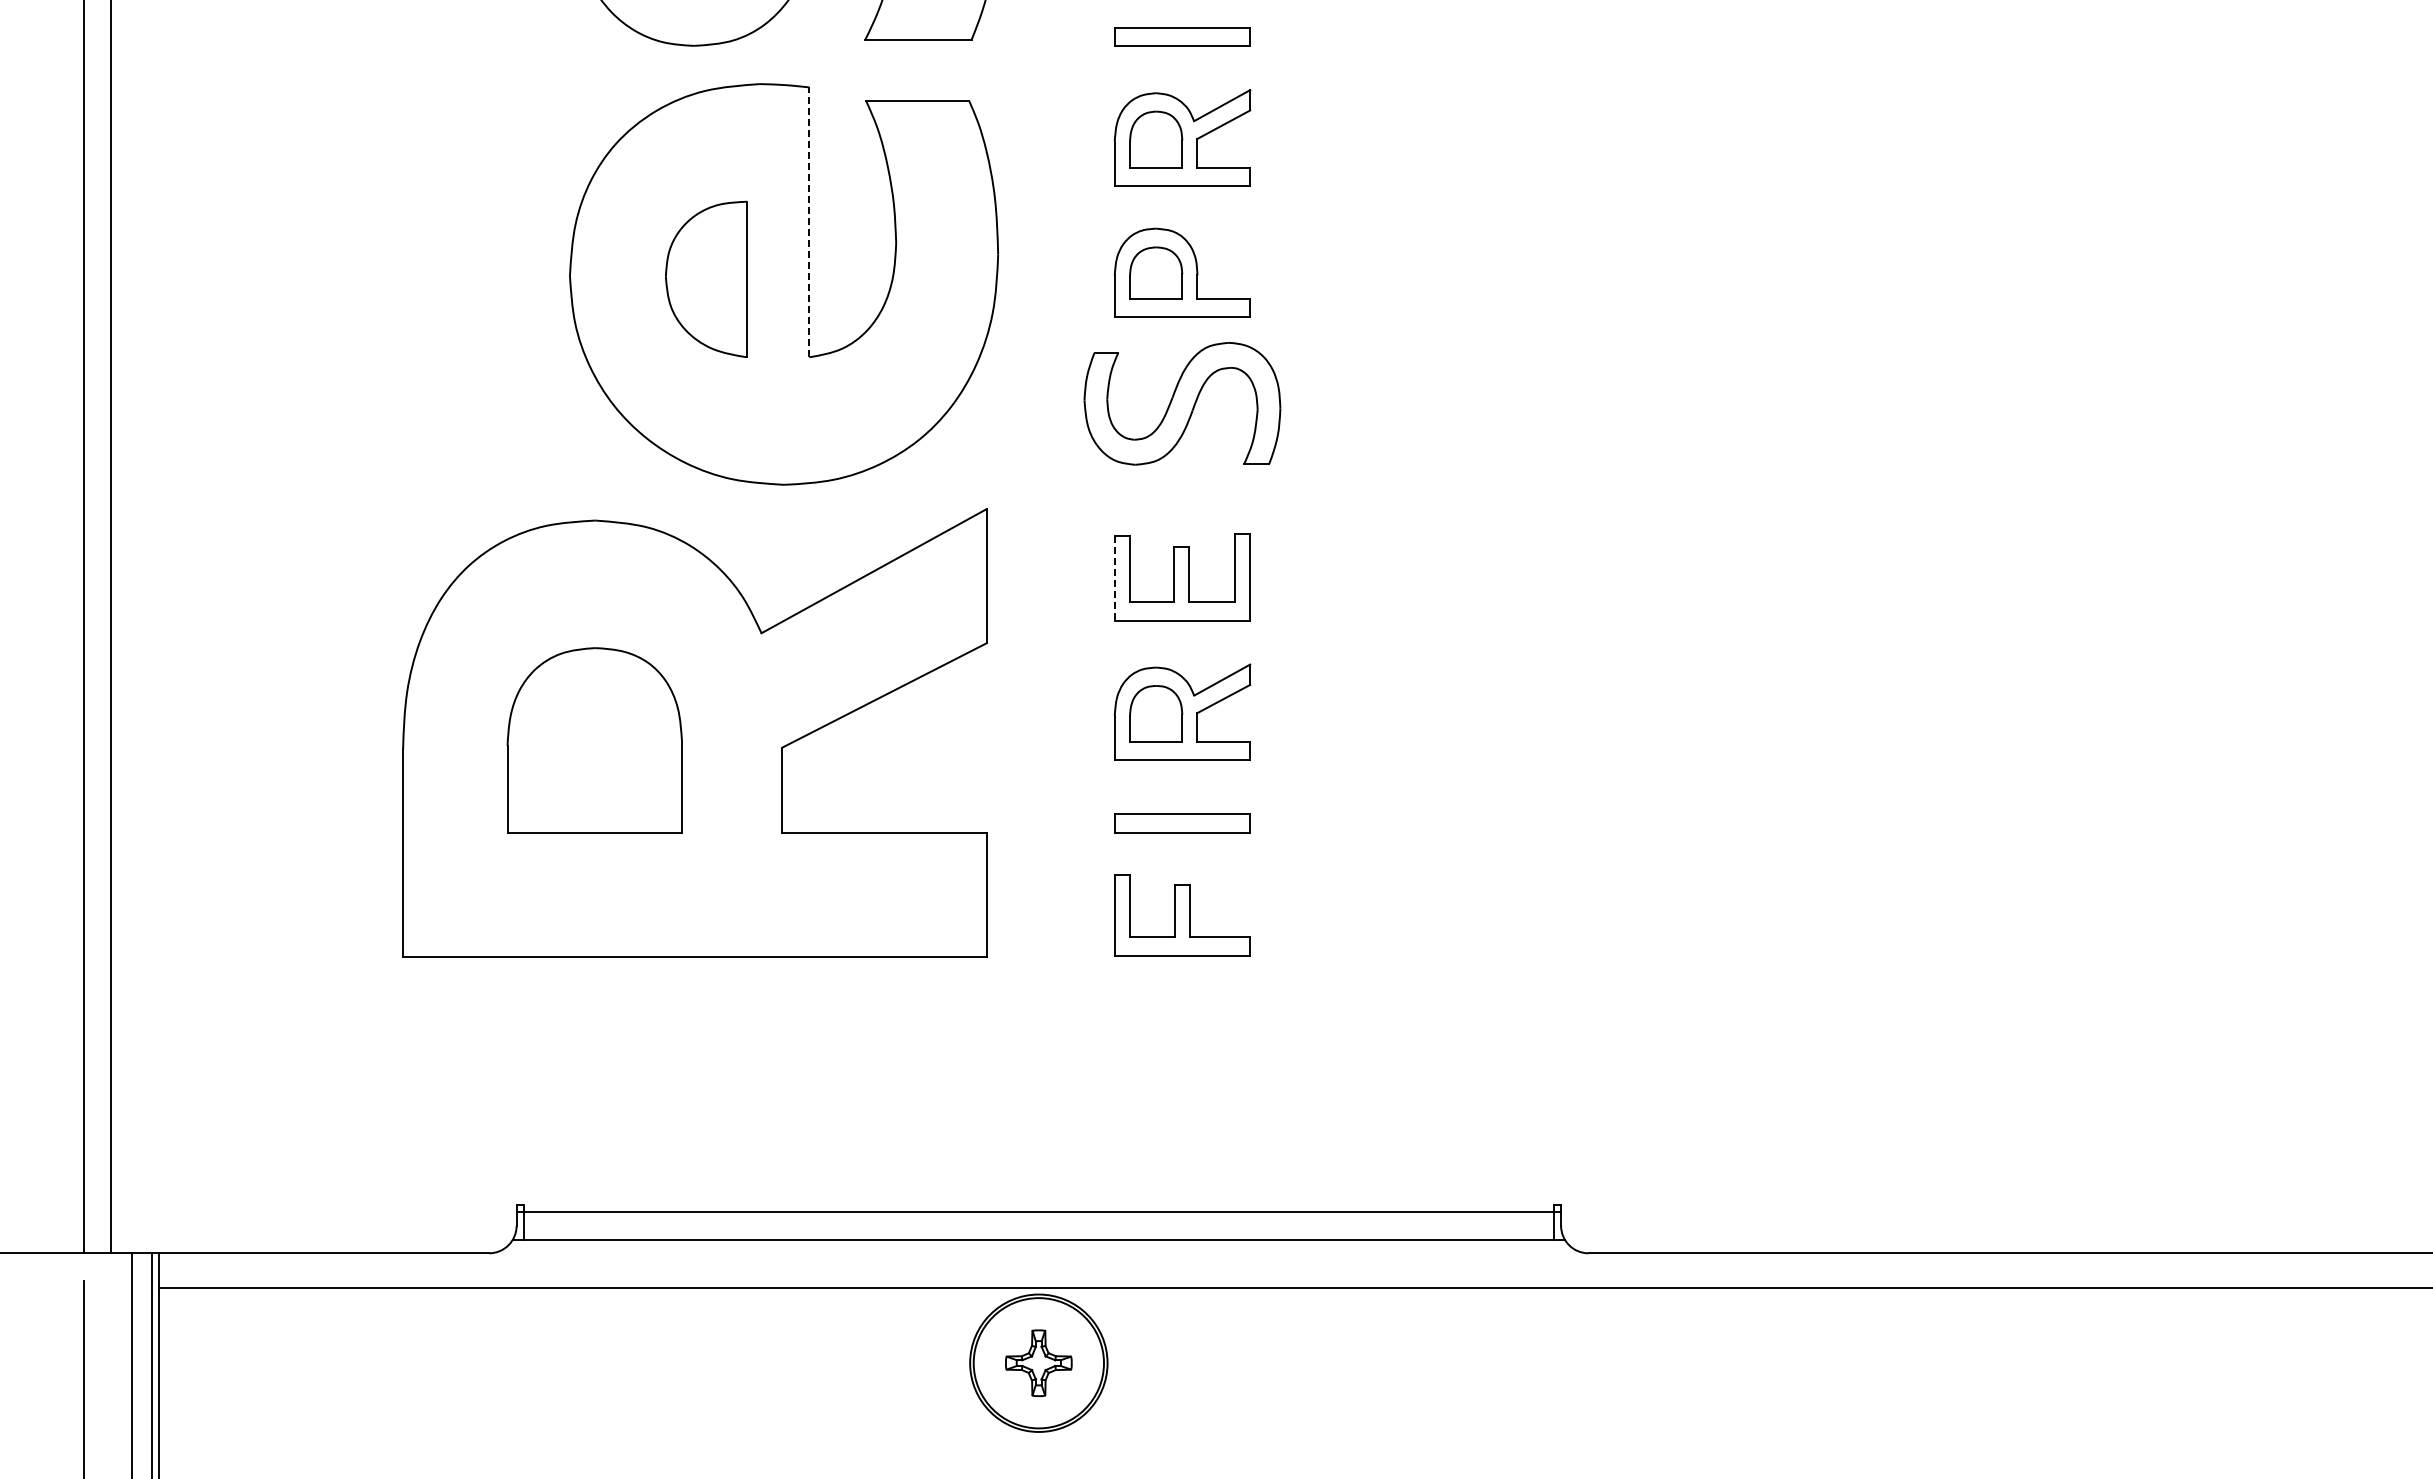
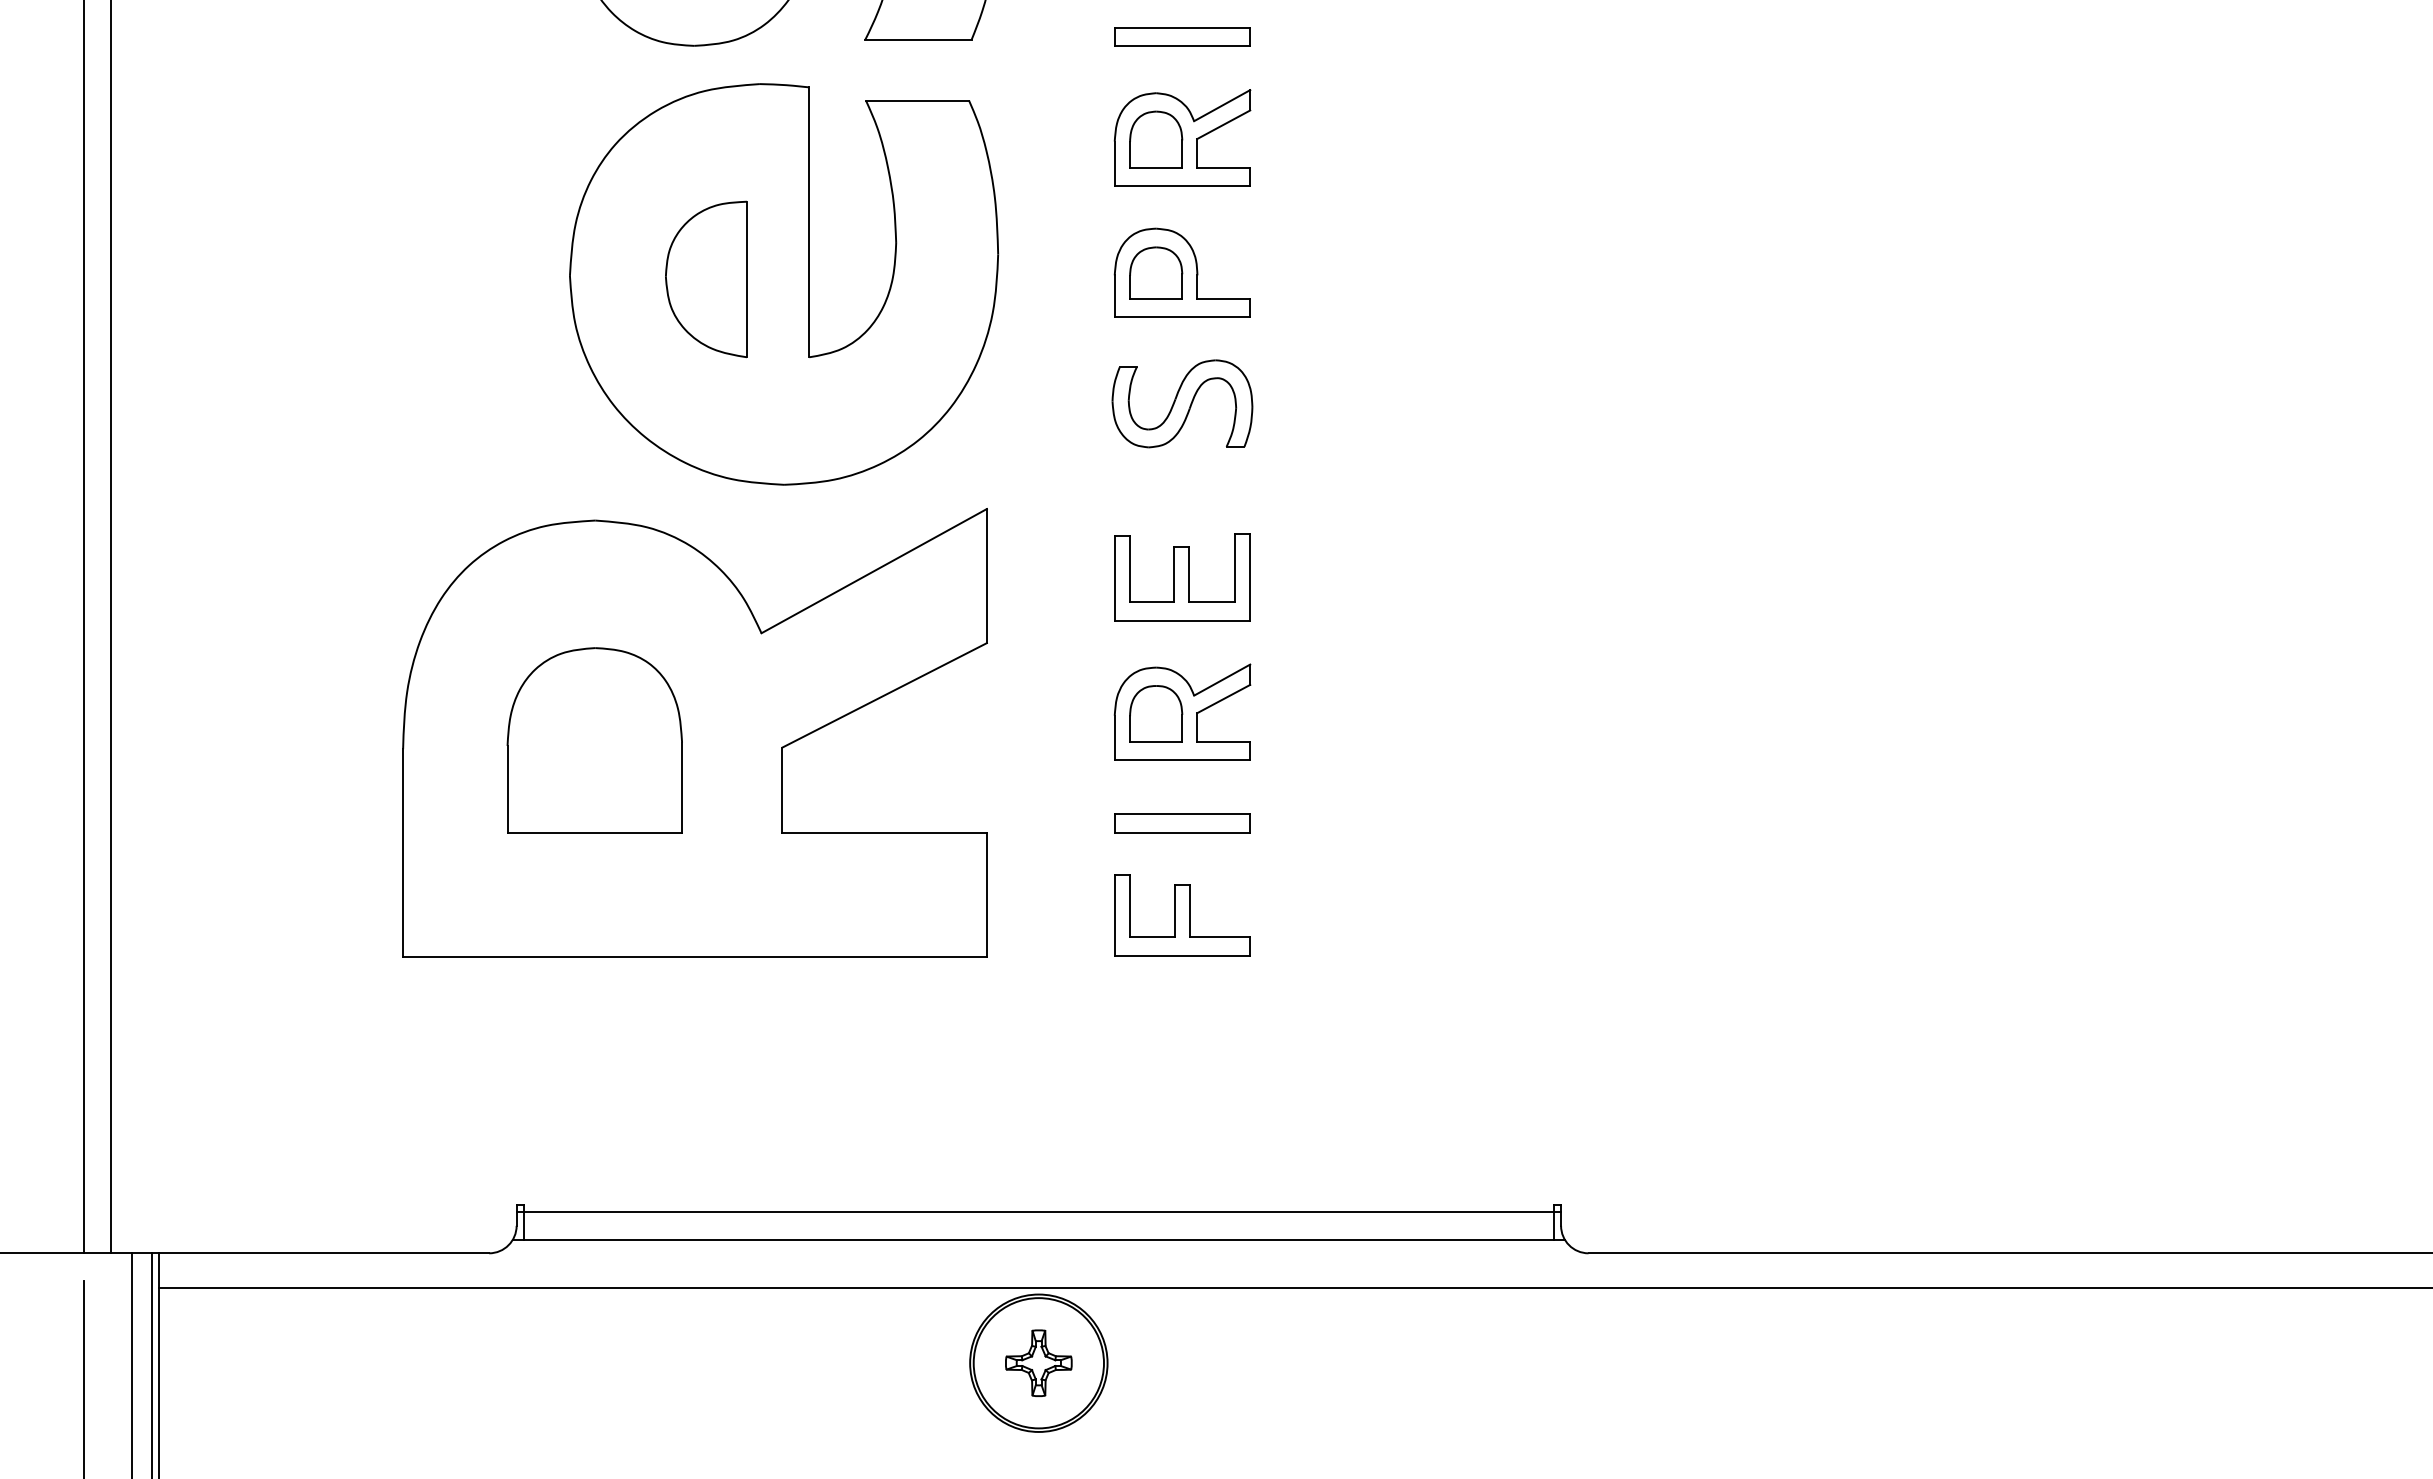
line at (809, 222): dashed -> solid
part at (1182, 403) size: 199x124 px -> 143x90 px
line at (1114, 579): dashed -> solid
